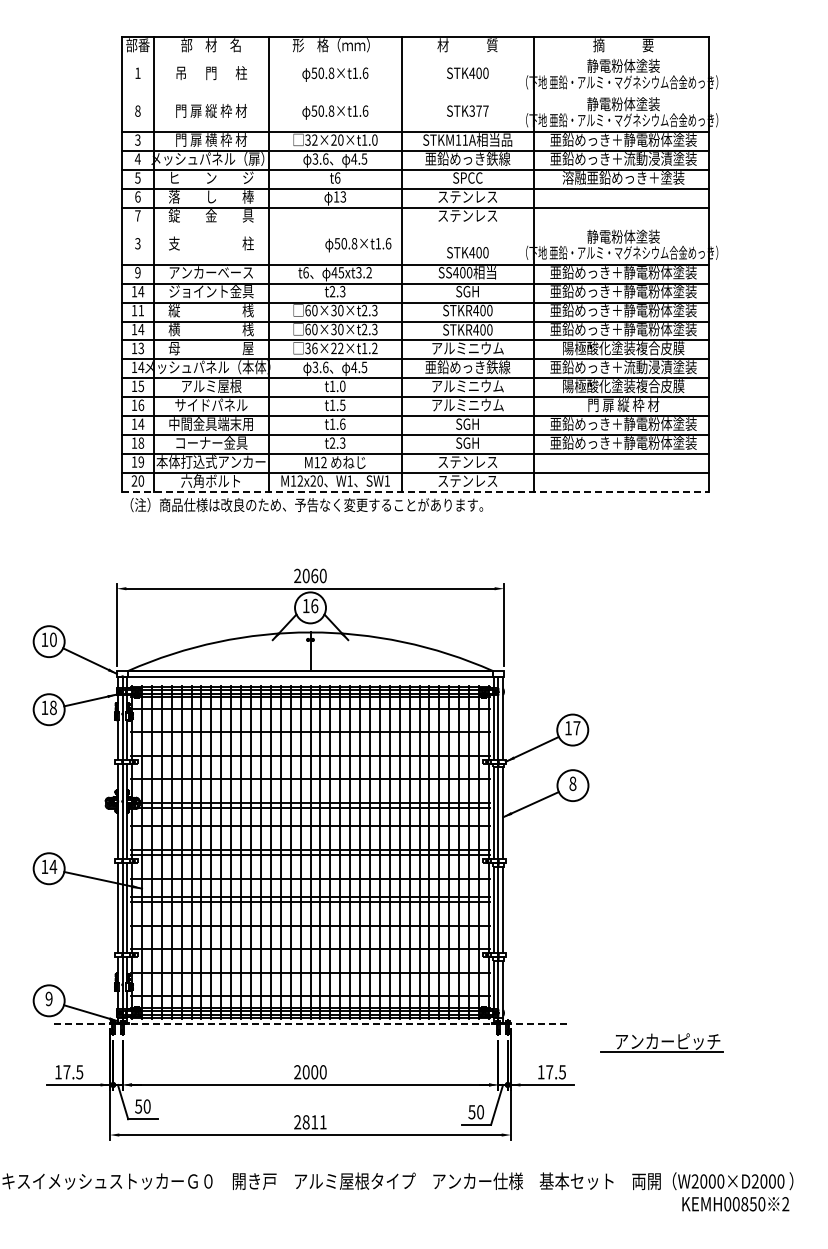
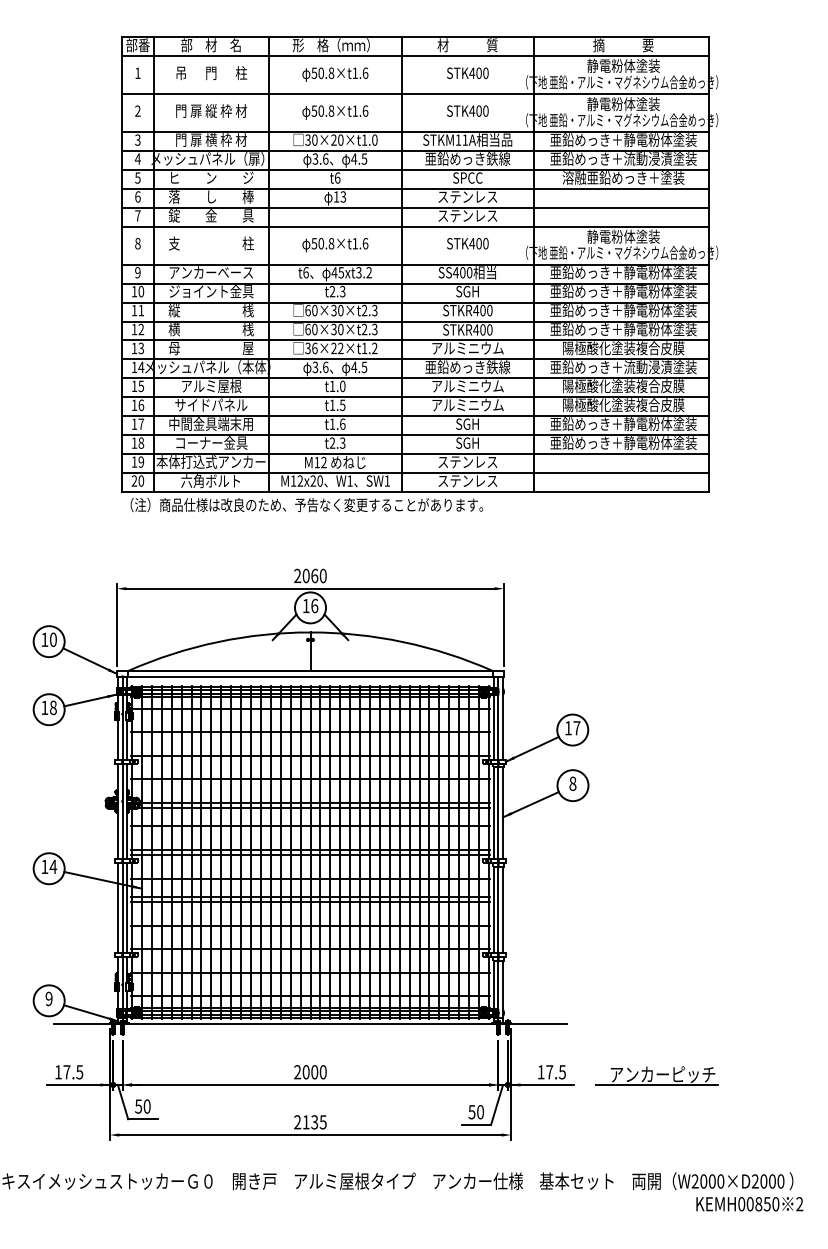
line at (415, 56): none -> present
line at (415, 94): none -> present
text at (137, 110): 8 -> 2
text at (478, 110): STK377 -> STK400
text at (314, 139): 32×20×t1.0 -> 30×20×t1.0
line at (415, 226): none -> present
text at (137, 243): 3 -> 8
text at (358, 245) position: (358, 245) -> (335, 245)
text at (467, 252) position: (467, 252) -> (467, 243)
text at (141, 291): 14 -> 10
text at (141, 329): 14 -> 12
text at (623, 405): 門 扉 縦 枠 材 -> 陽極酸化塗装複合皮膜
text at (141, 423): 14 -> 17
line at (416, 491): dashed -> solid
line at (310, 1024): dashed -> solid
part at (661, 1042) position: (661, 1042) -> (656, 1075)
text at (314, 1122): 2811 -> 2135
text at (735, 1204) position: (735, 1204) -> (749, 1204)
